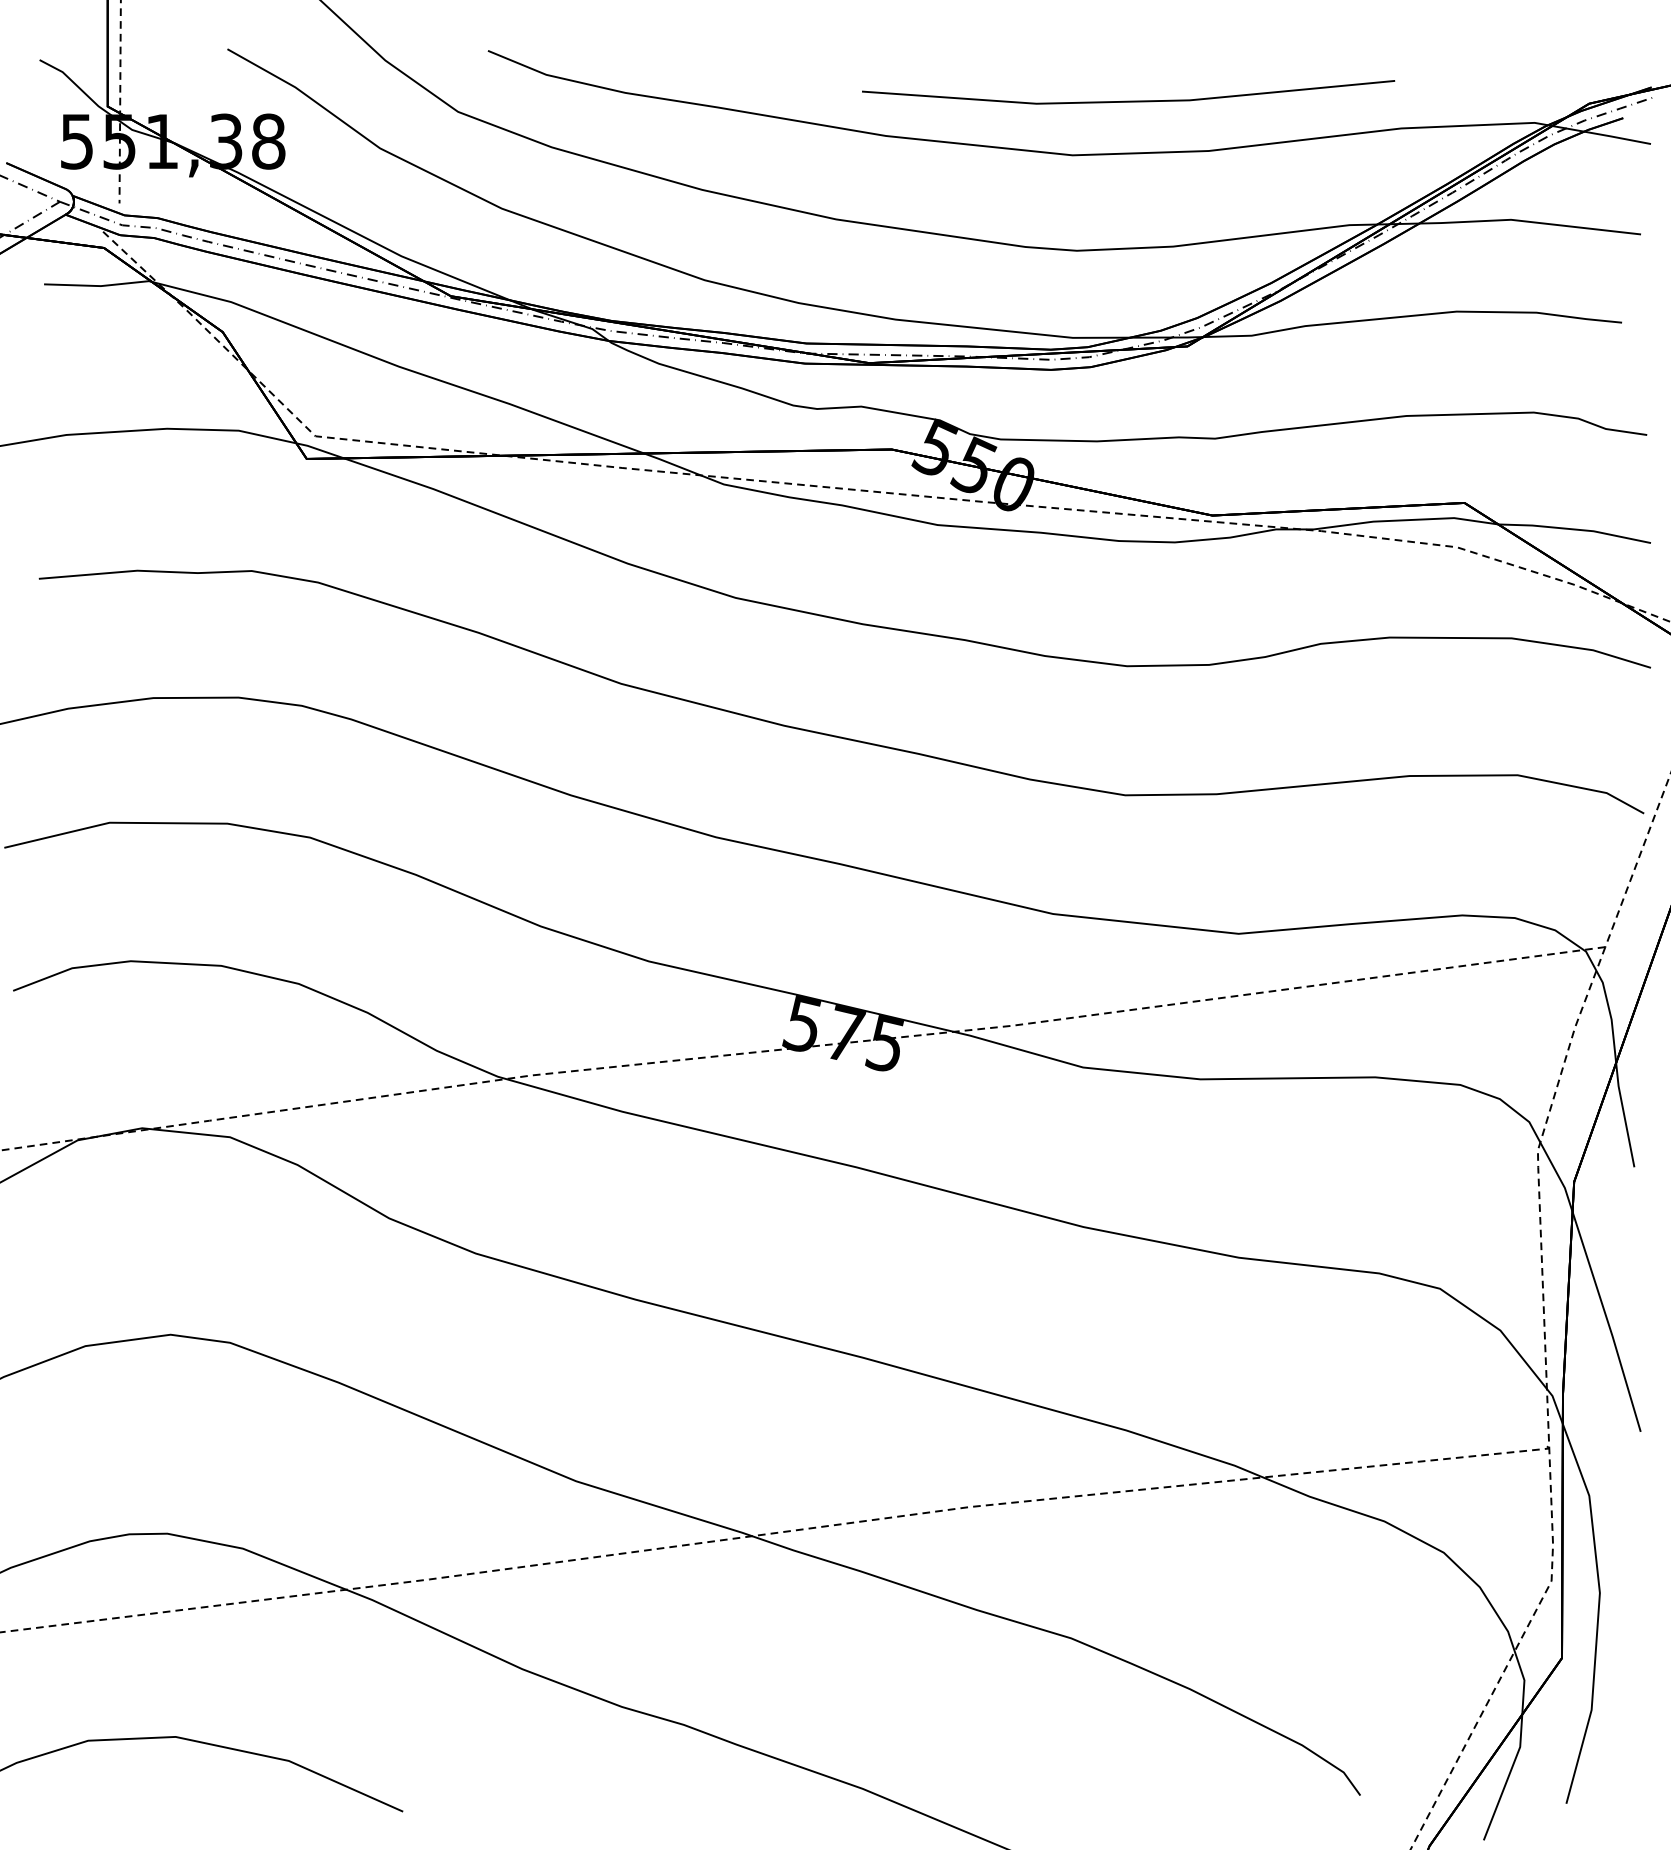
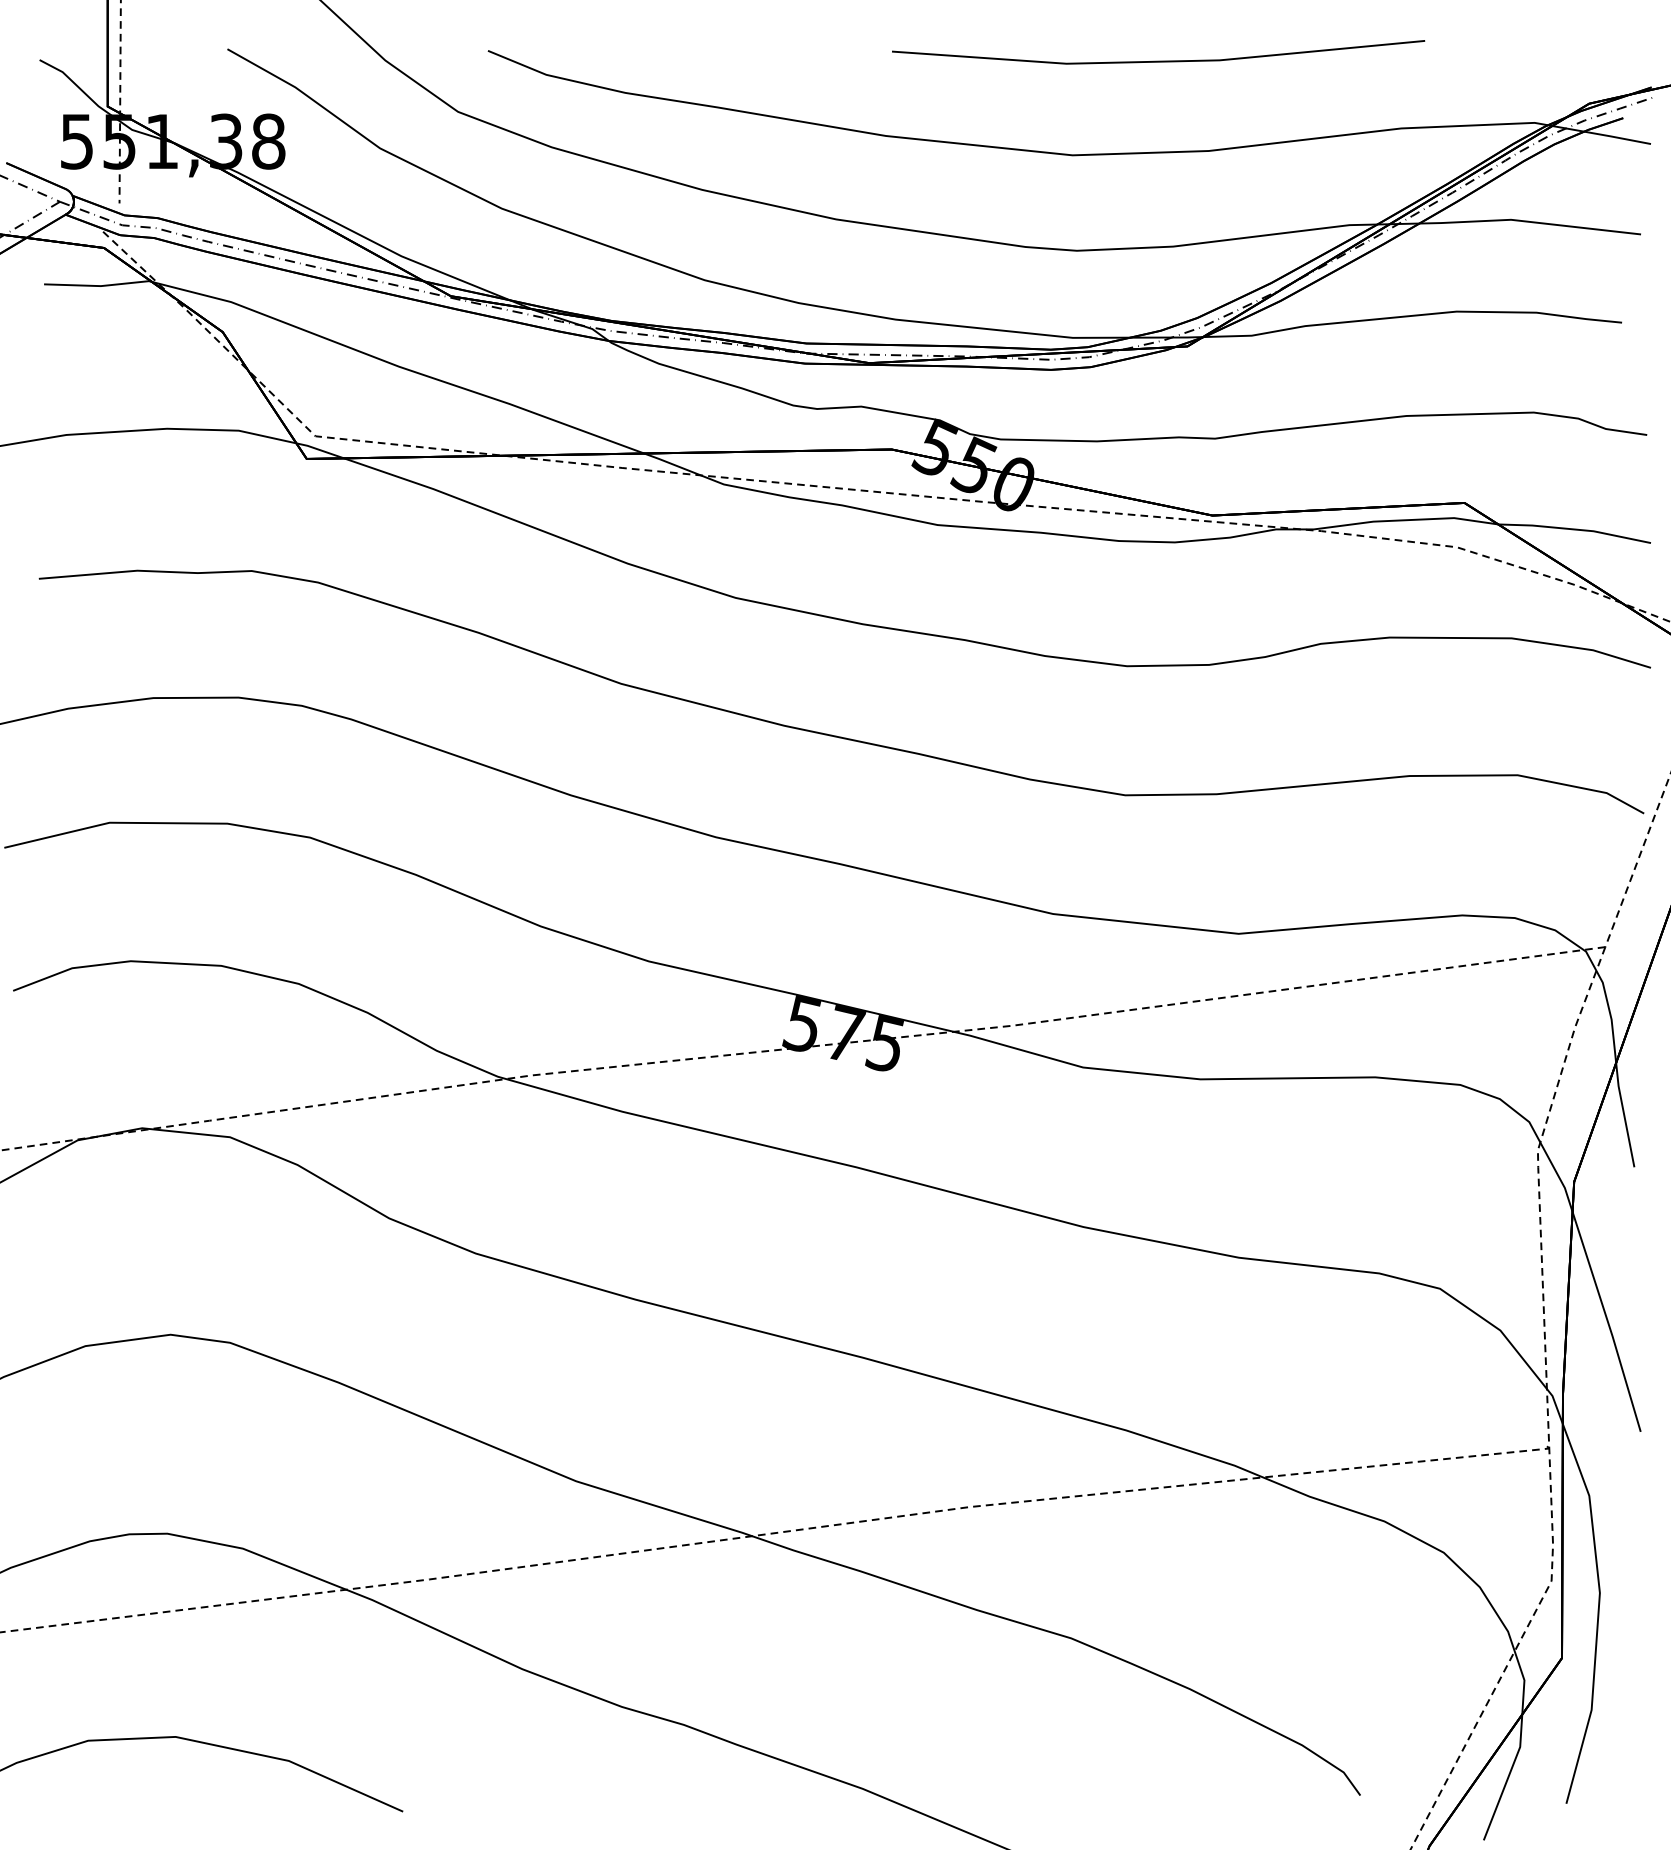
line at (1128, 100) position: (1128, 100) -> (1158, 60)
